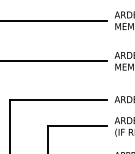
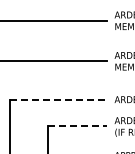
line at (59, 99): solid -> dashed
line at (78, 126): solid -> dashed
